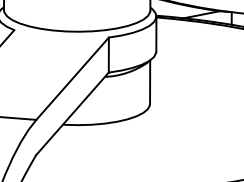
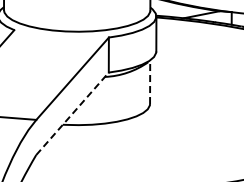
line at (150, 82): solid -> dashed
line at (72, 113): solid -> dashed
